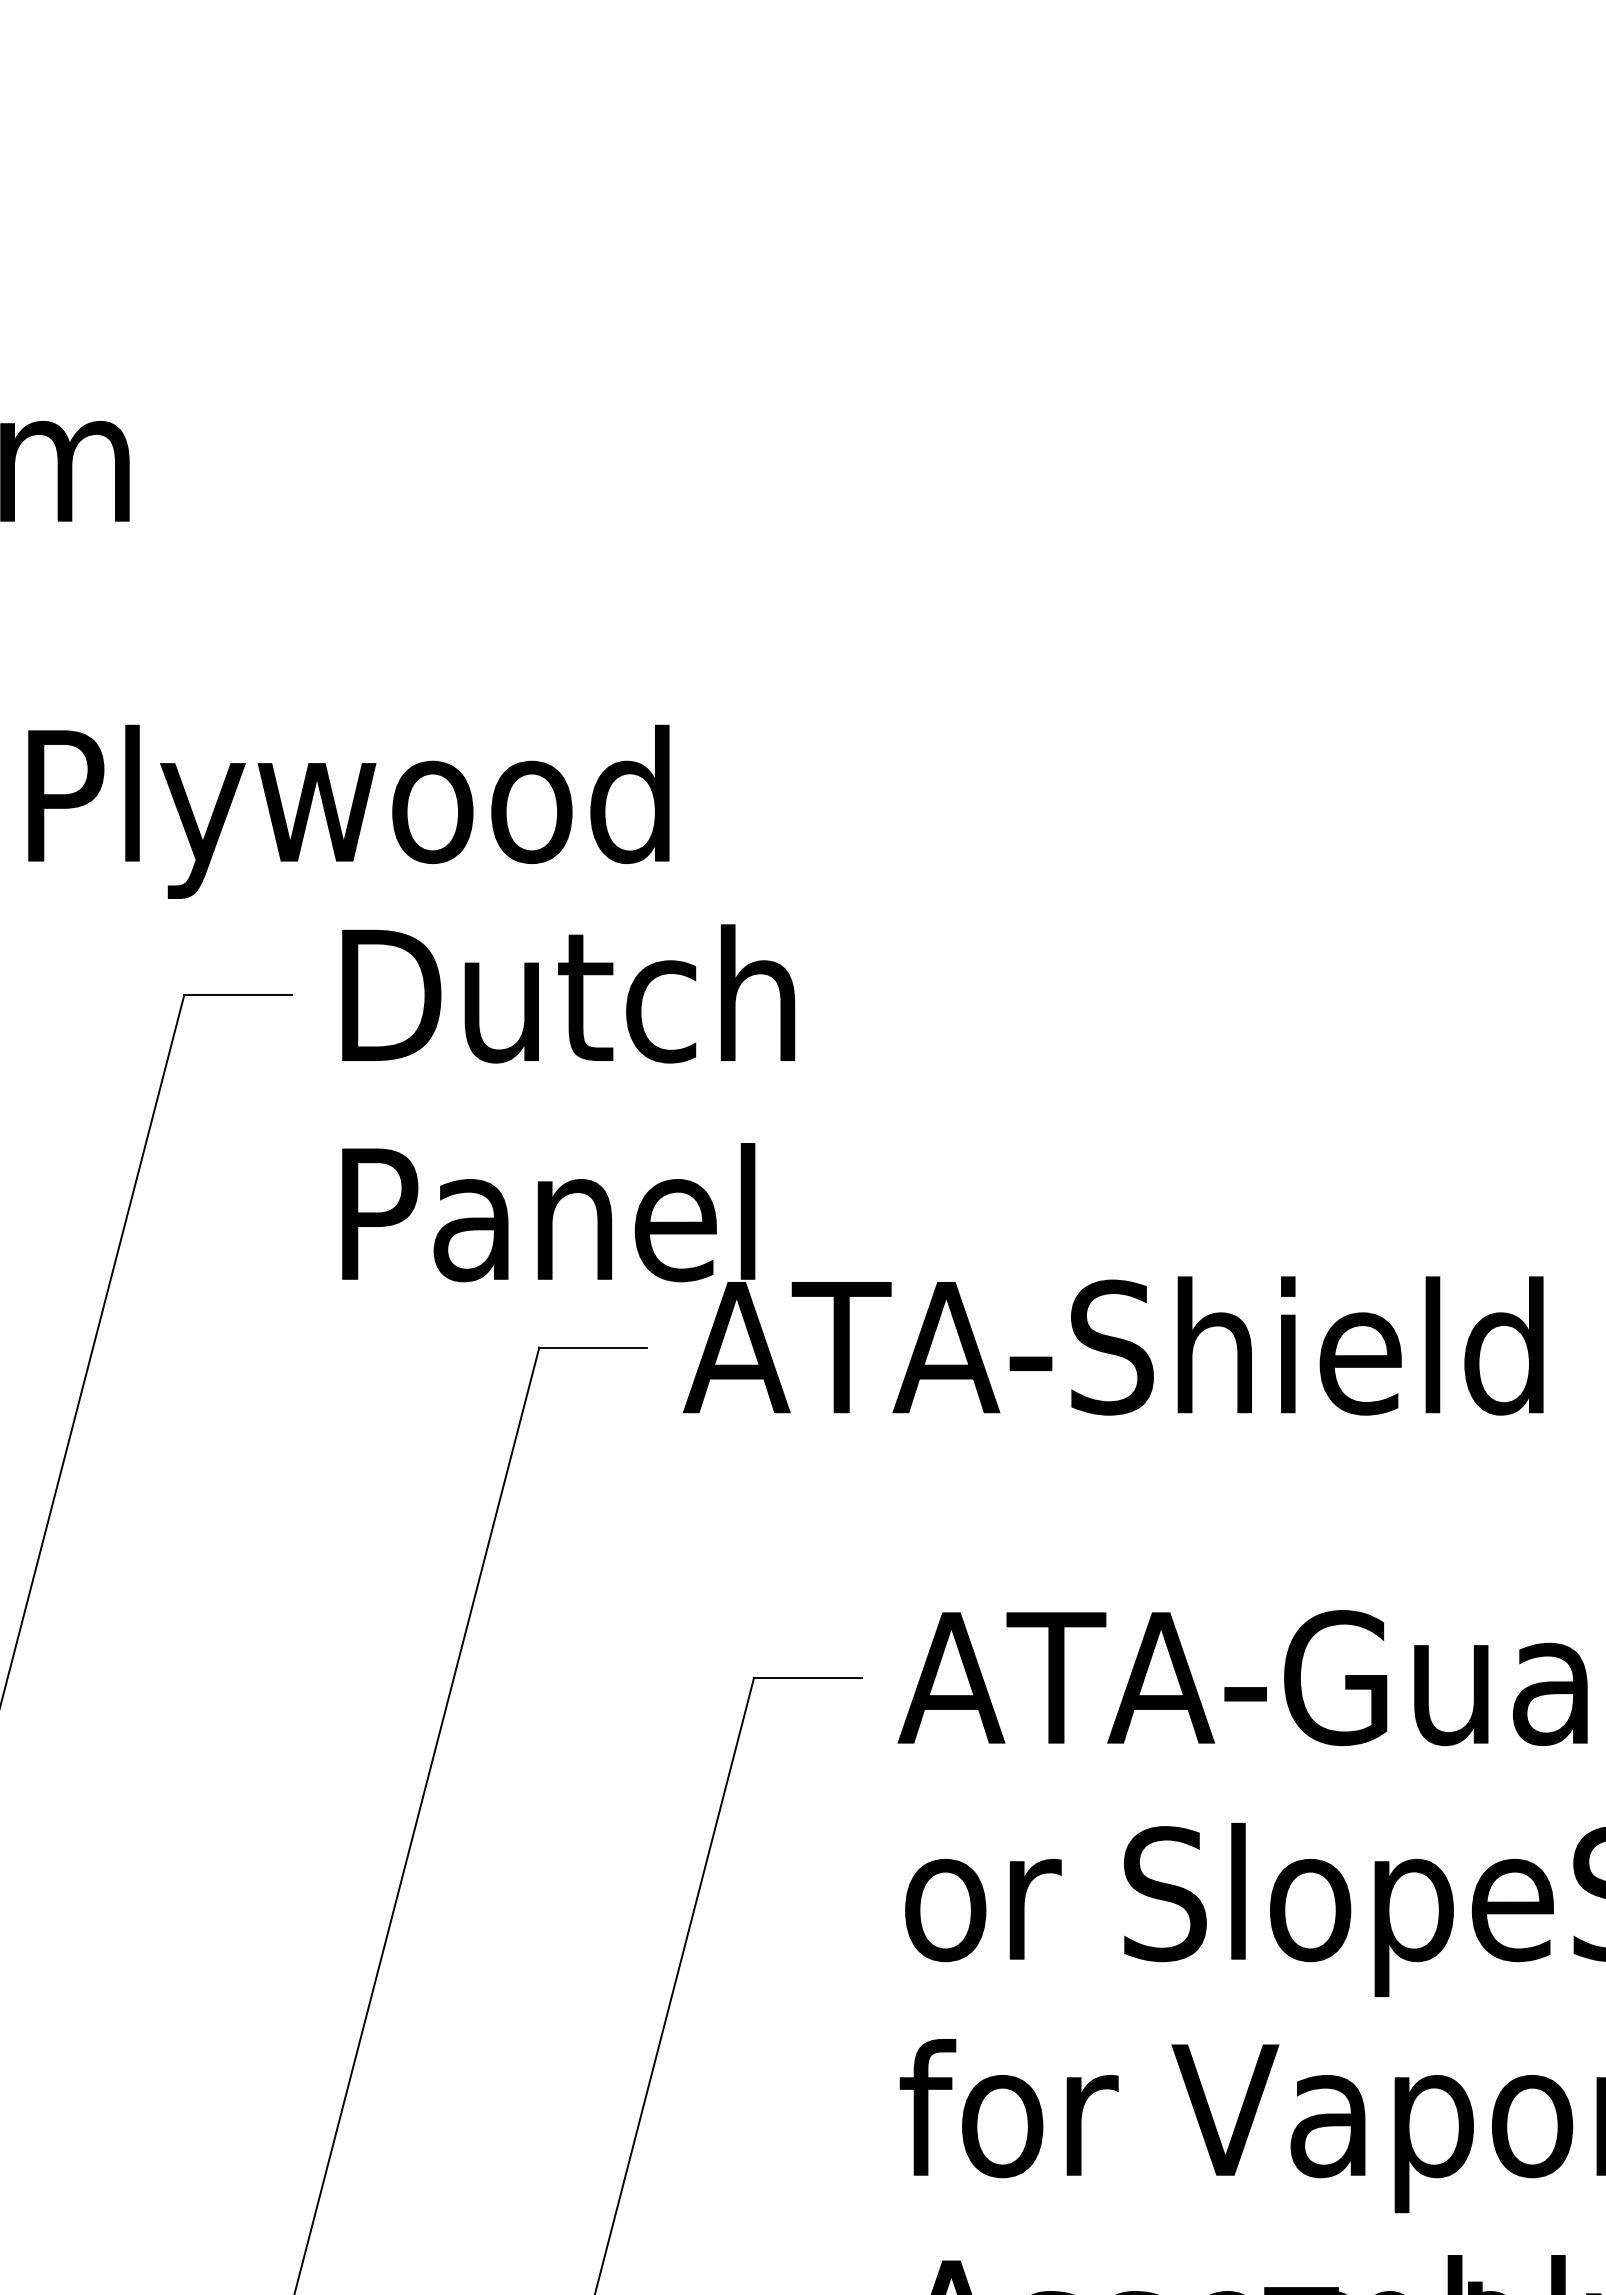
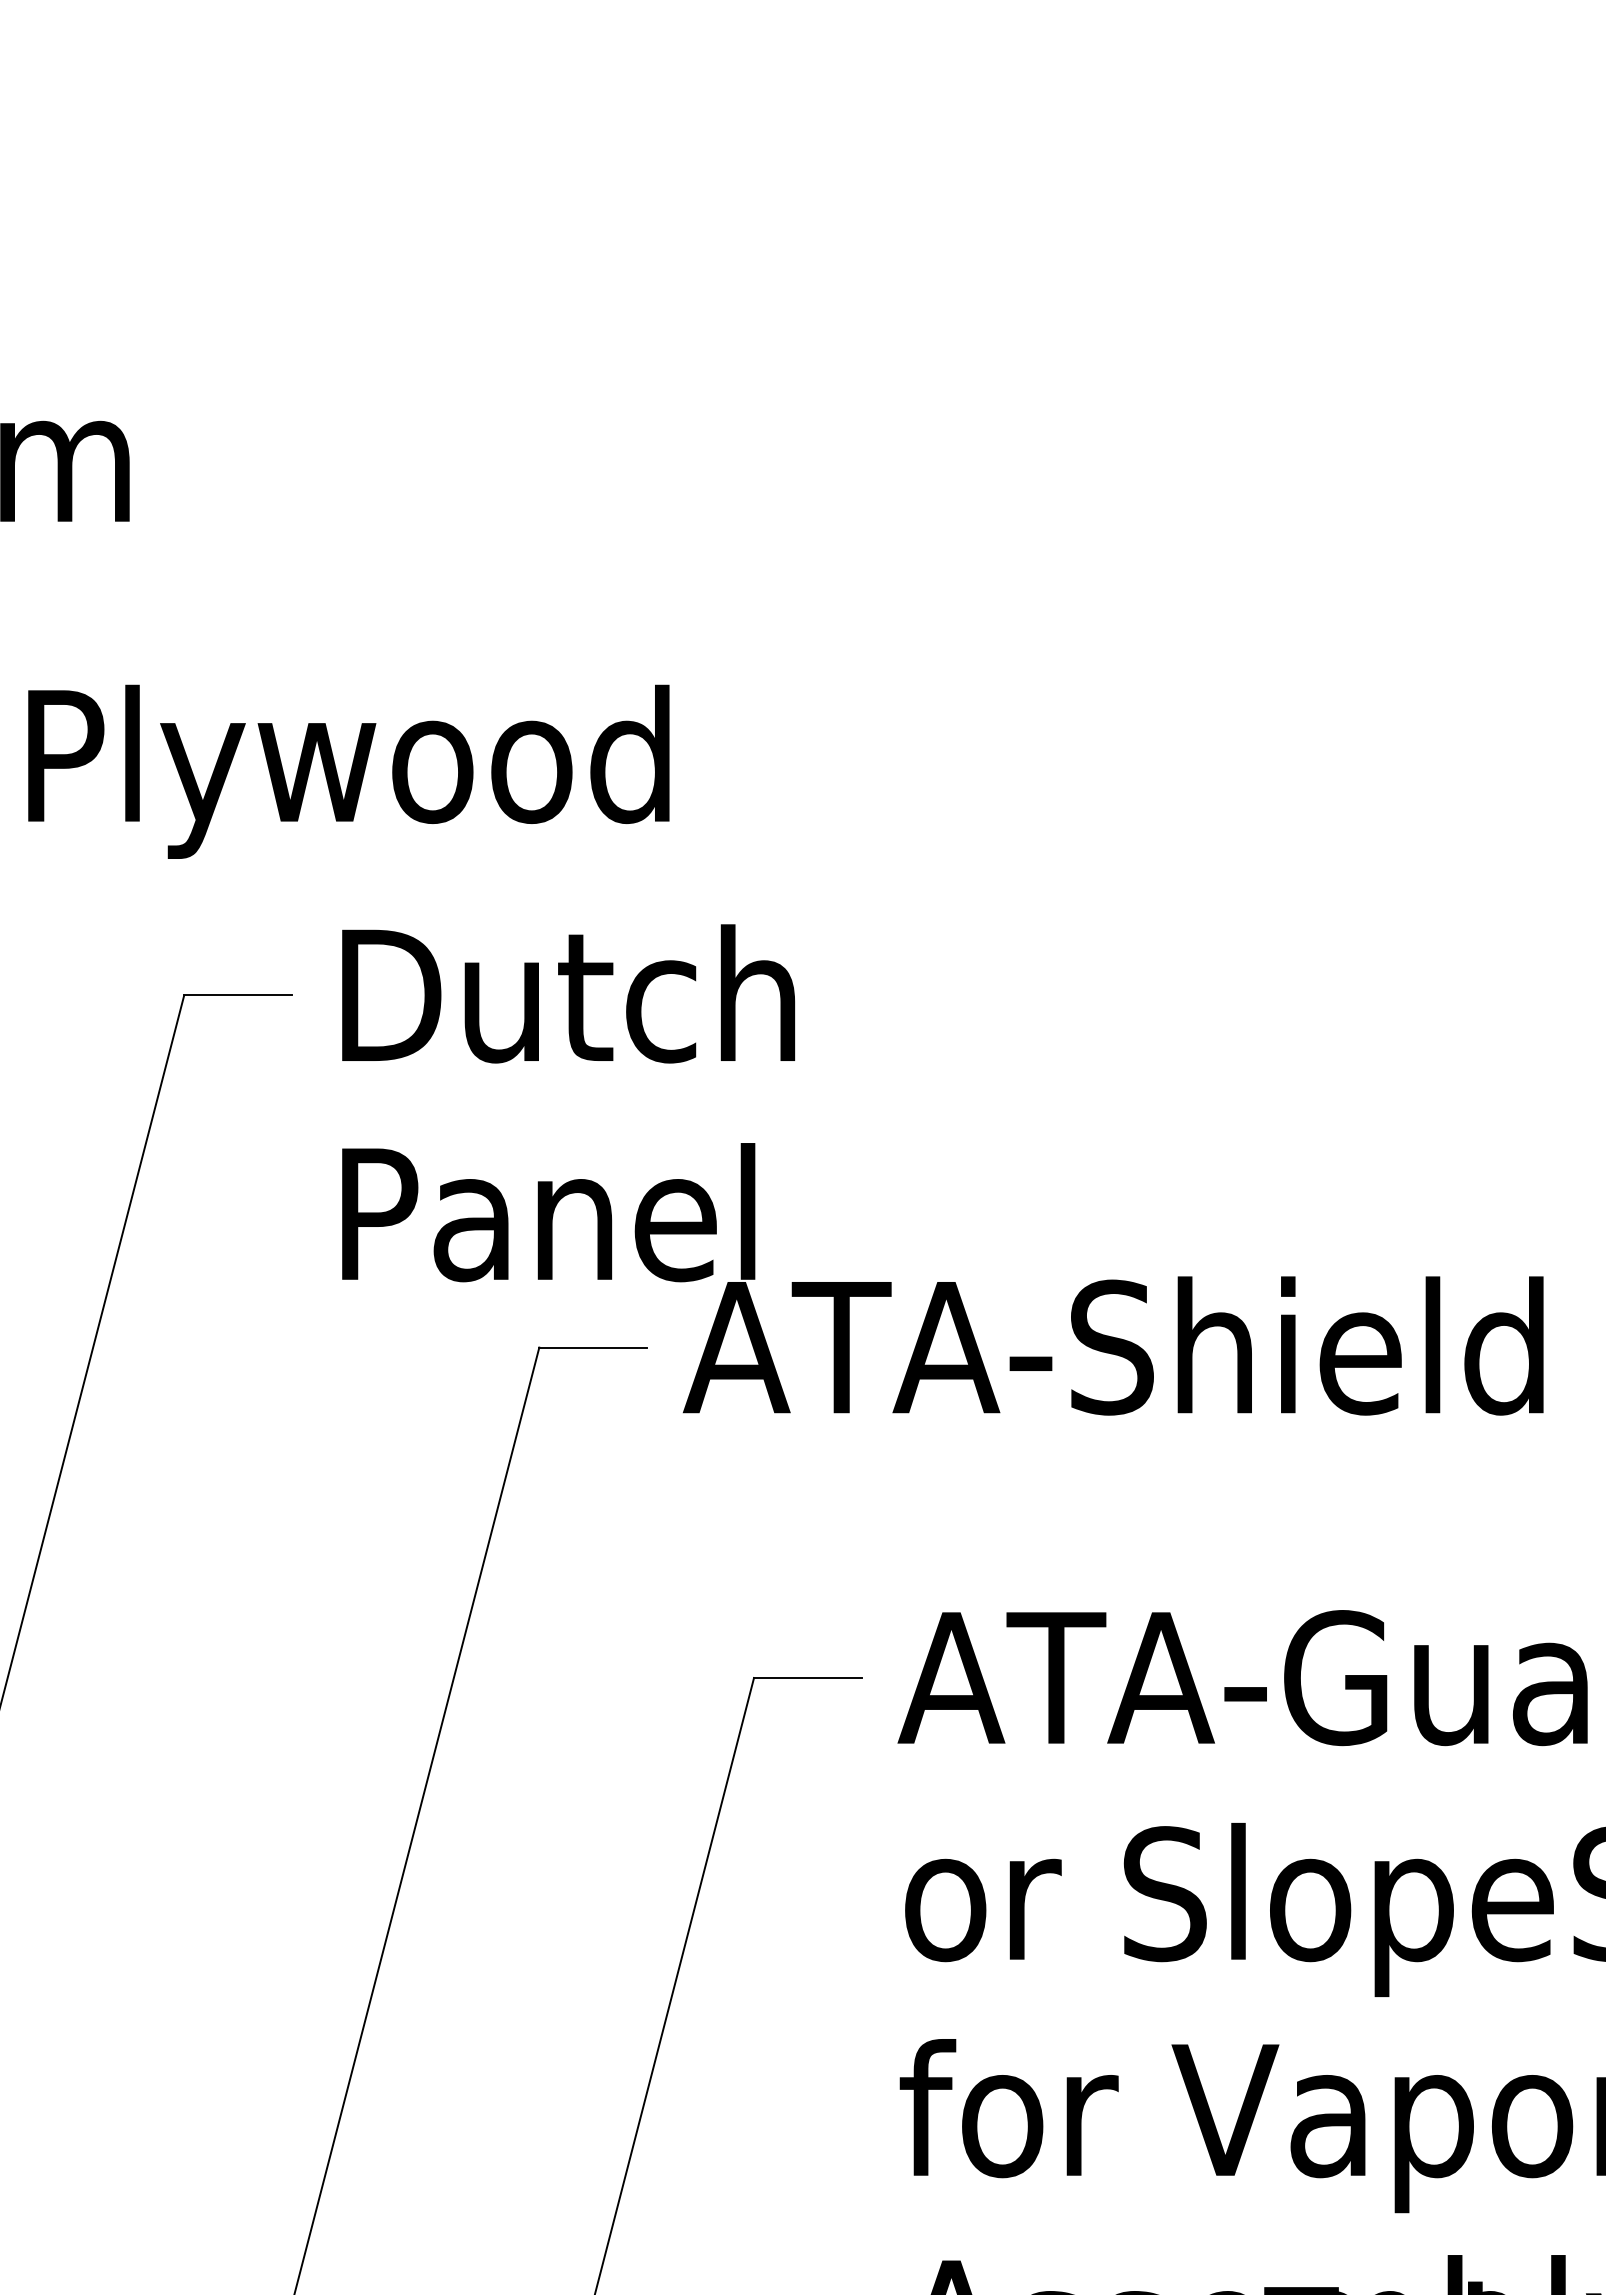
text at (348, 811) position: (348, 811) -> (348, 771)
